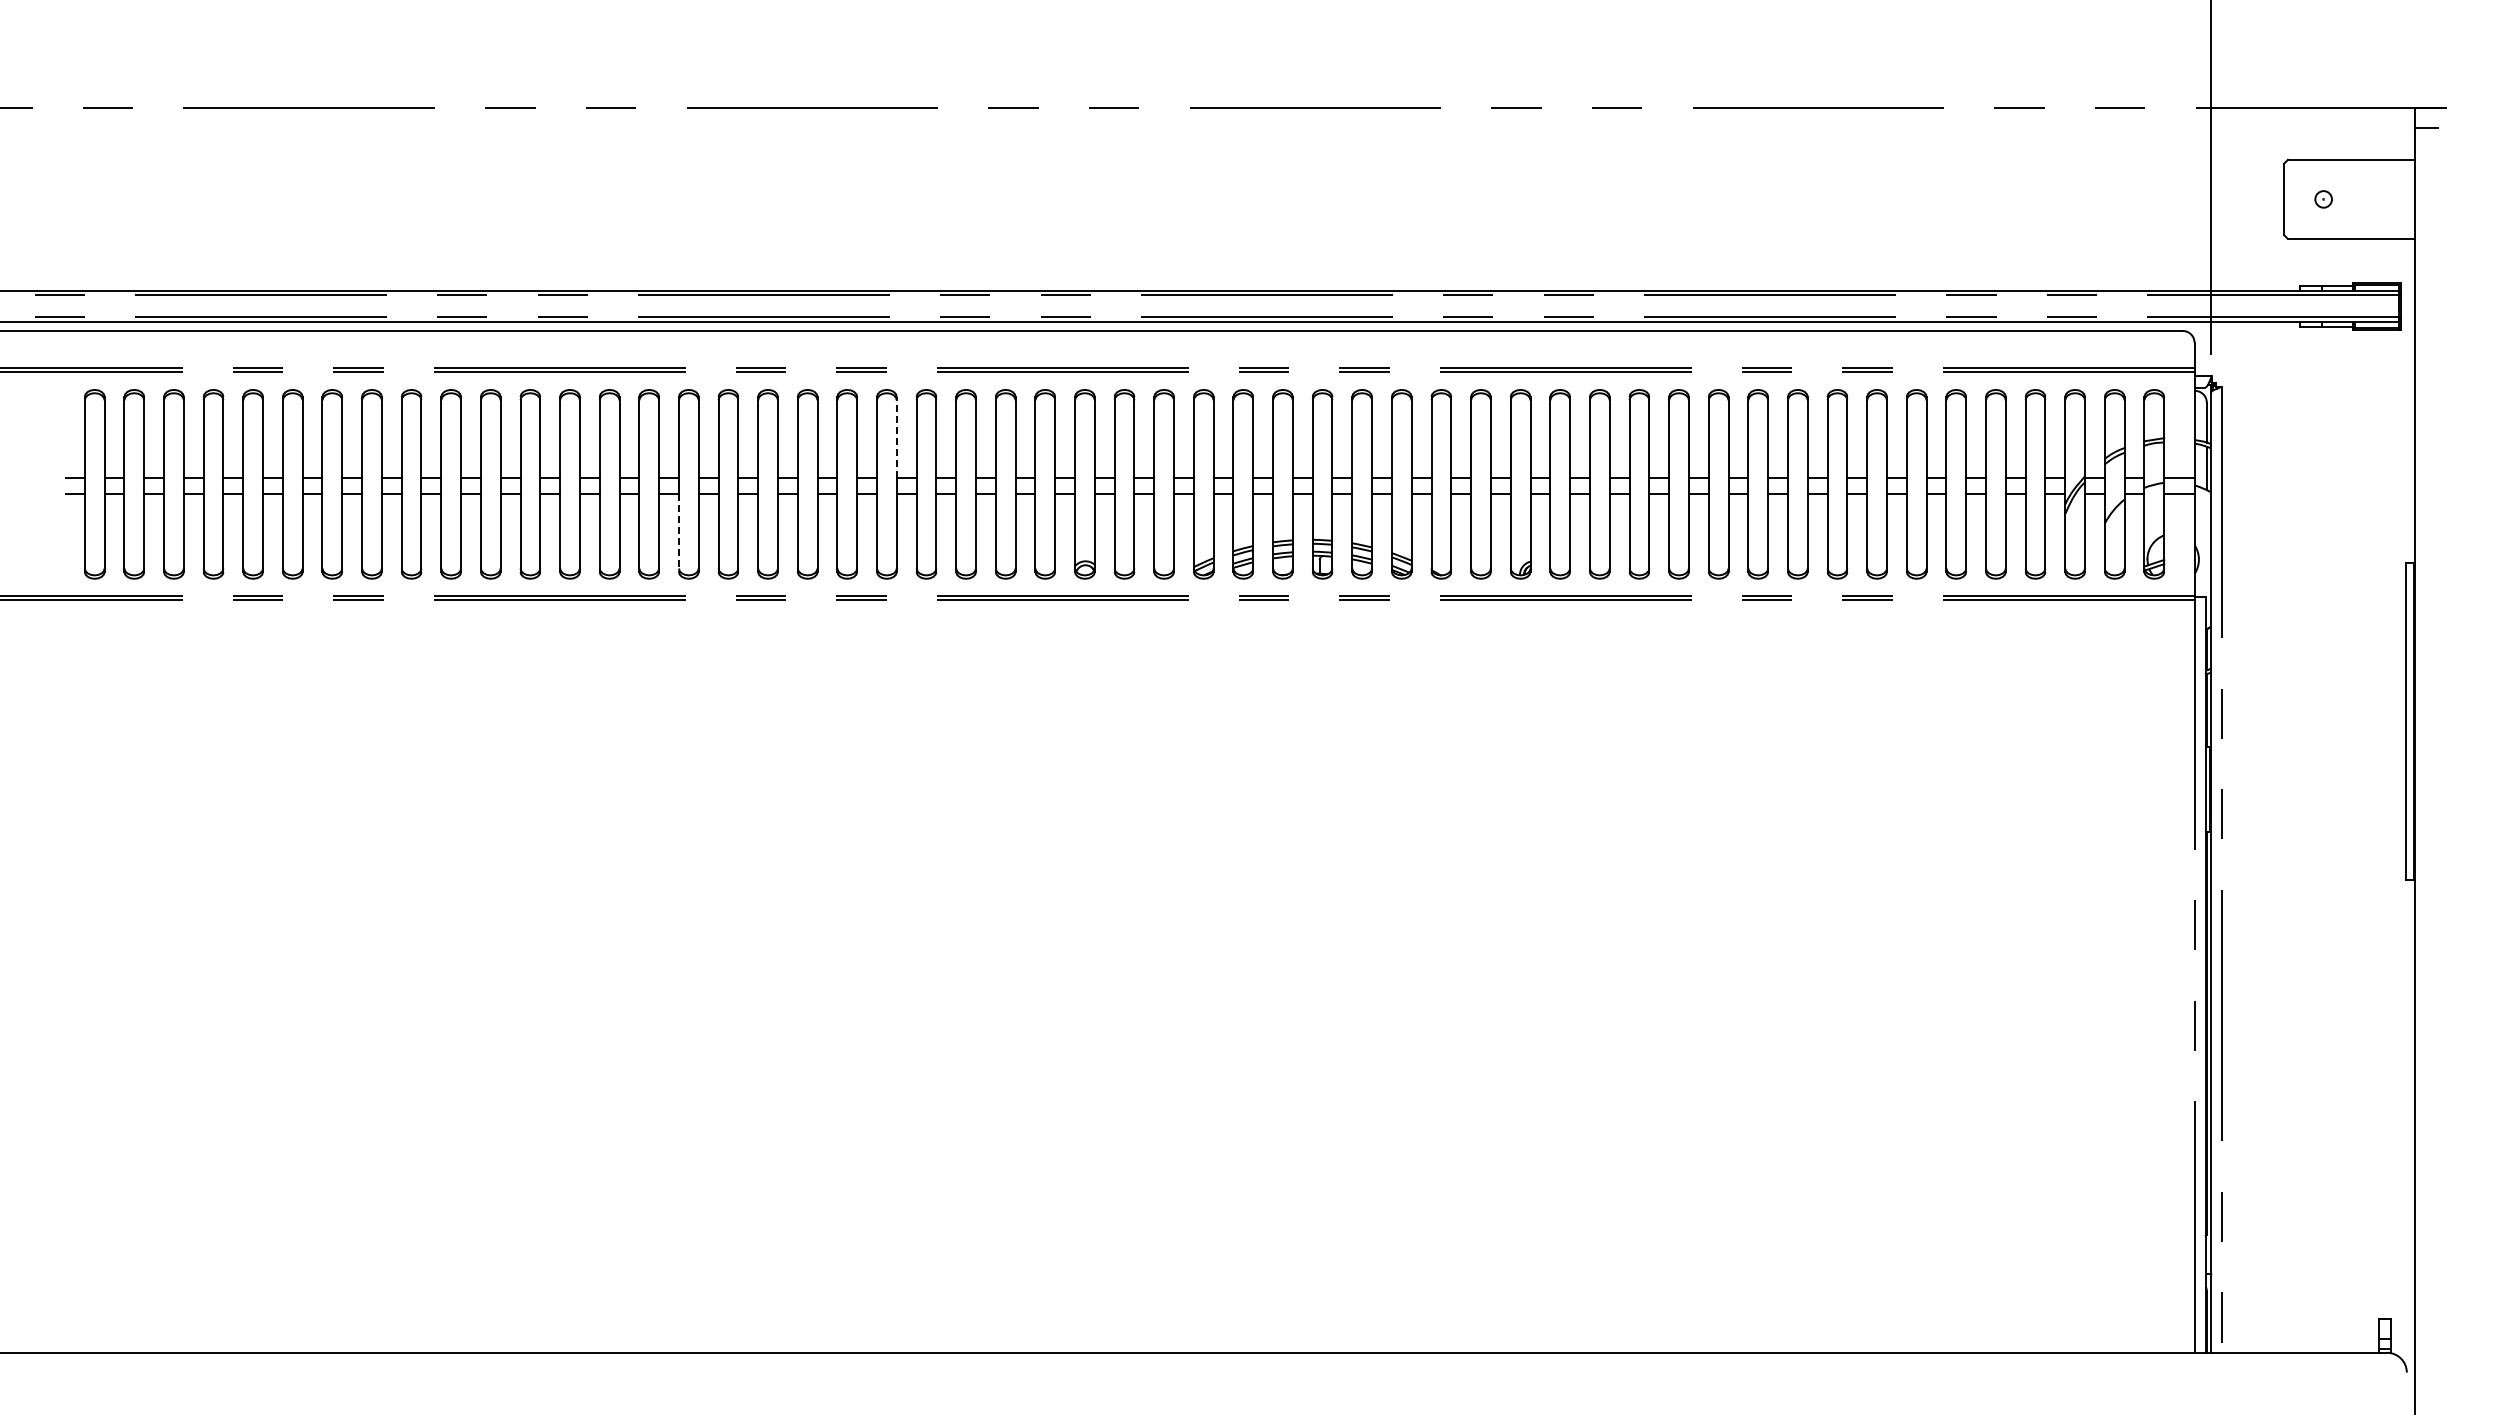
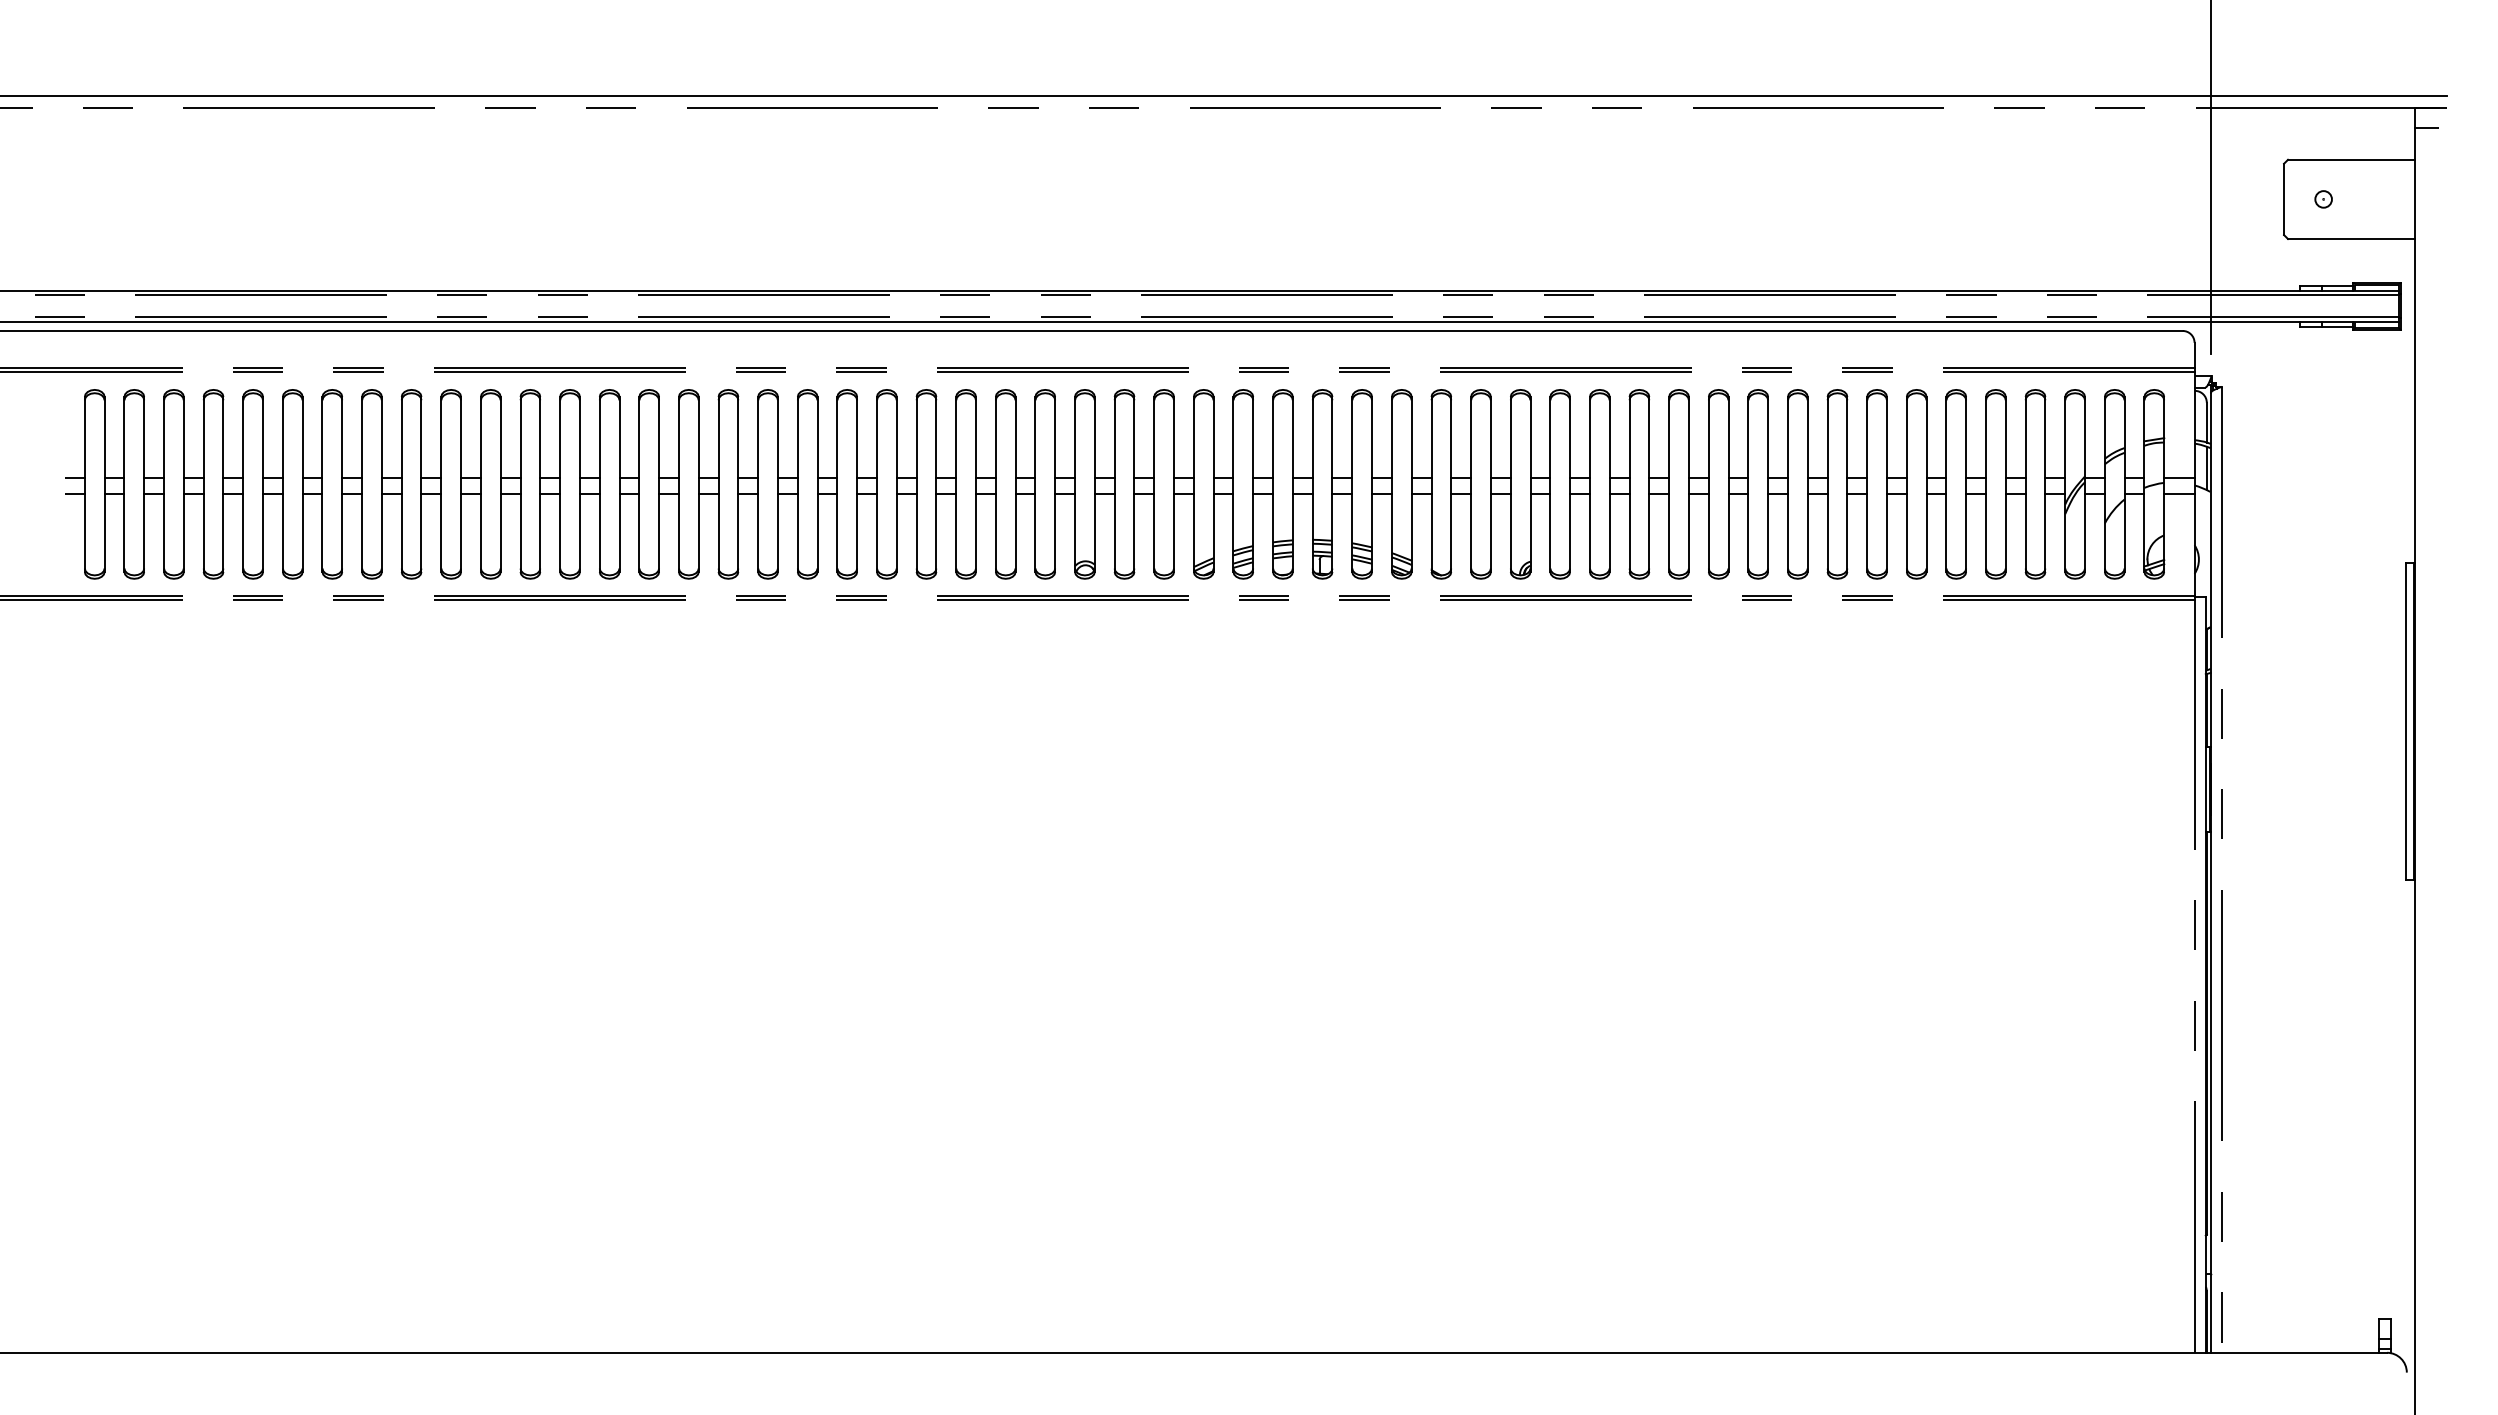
line at (1224, 96): none -> present
line at (896, 436): dashed -> solid
line at (678, 533): dashed -> solid
